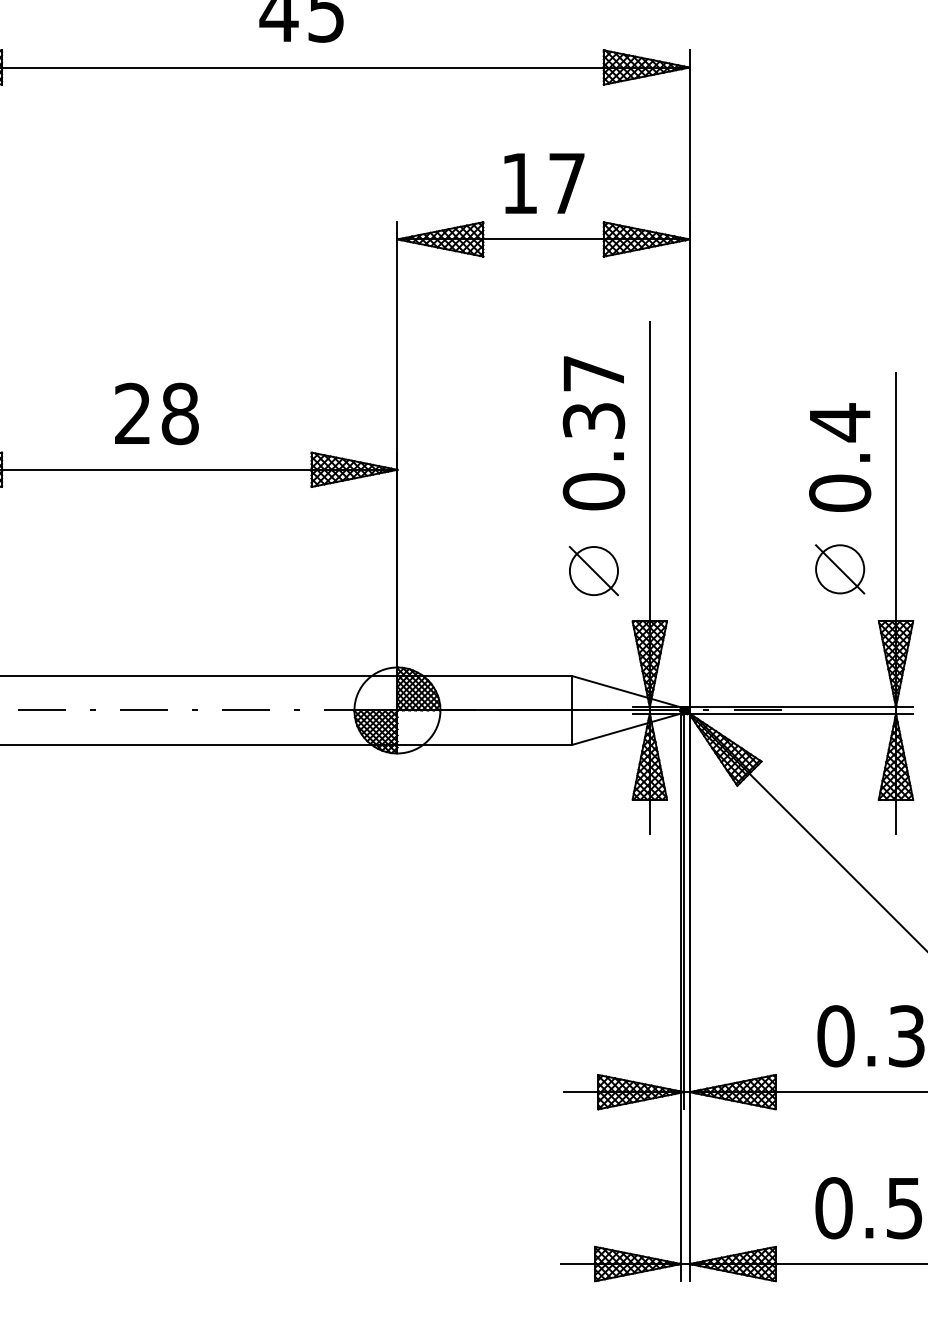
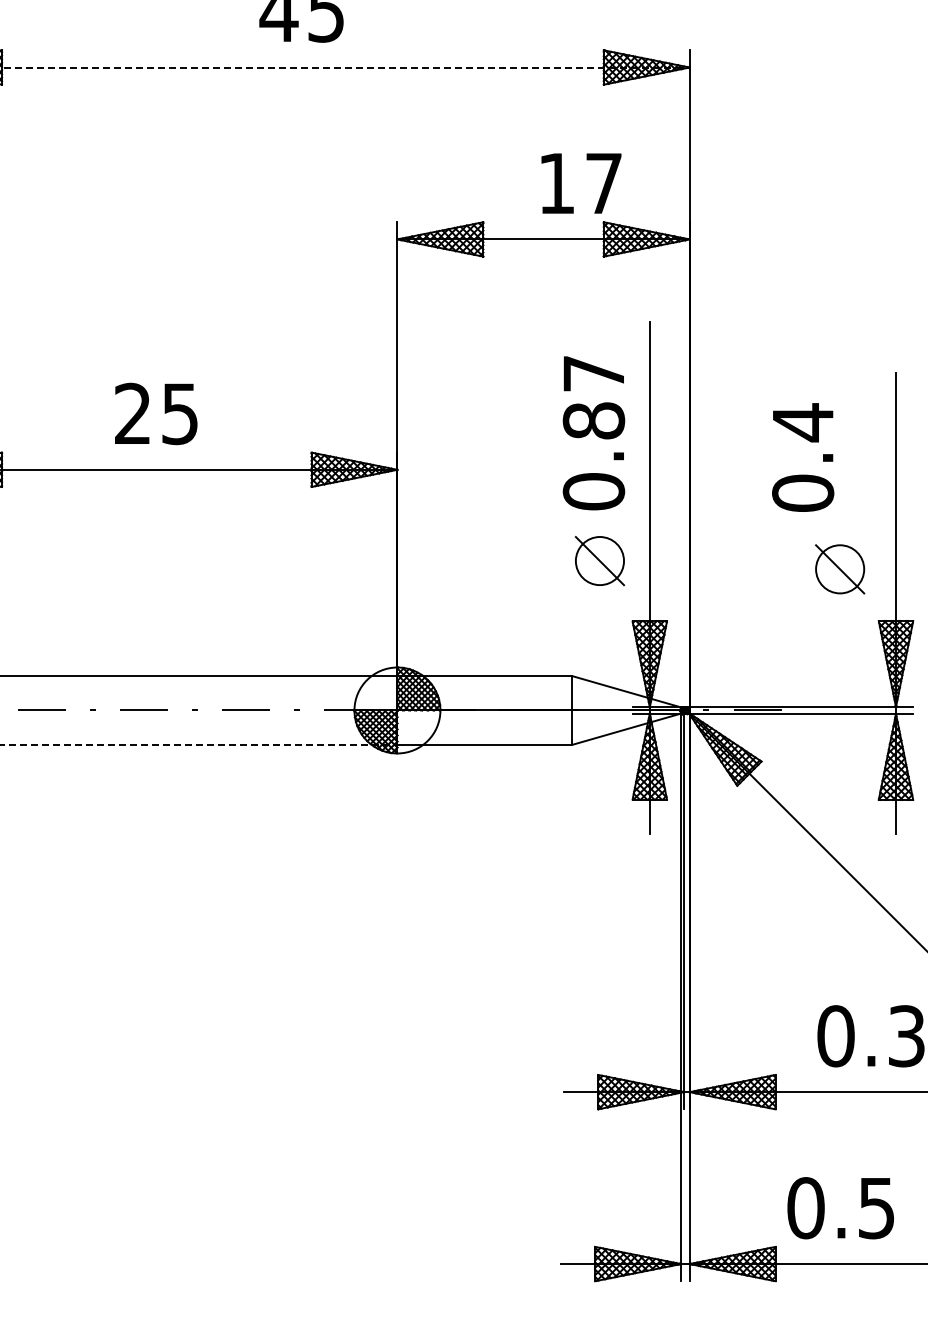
line at (344, 67): solid -> dashed
text at (544, 183) position: (544, 183) -> (581, 183)
text at (179, 413): 28 -> 25
text at (593, 420): 0.37 -> 0.87
text at (840, 457) position: (840, 457) -> (803, 457)
part at (594, 571) position: (594, 571) -> (600, 561)
line at (198, 744): solid -> dashed
text at (868, 1208) position: (868, 1208) -> (840, 1208)
